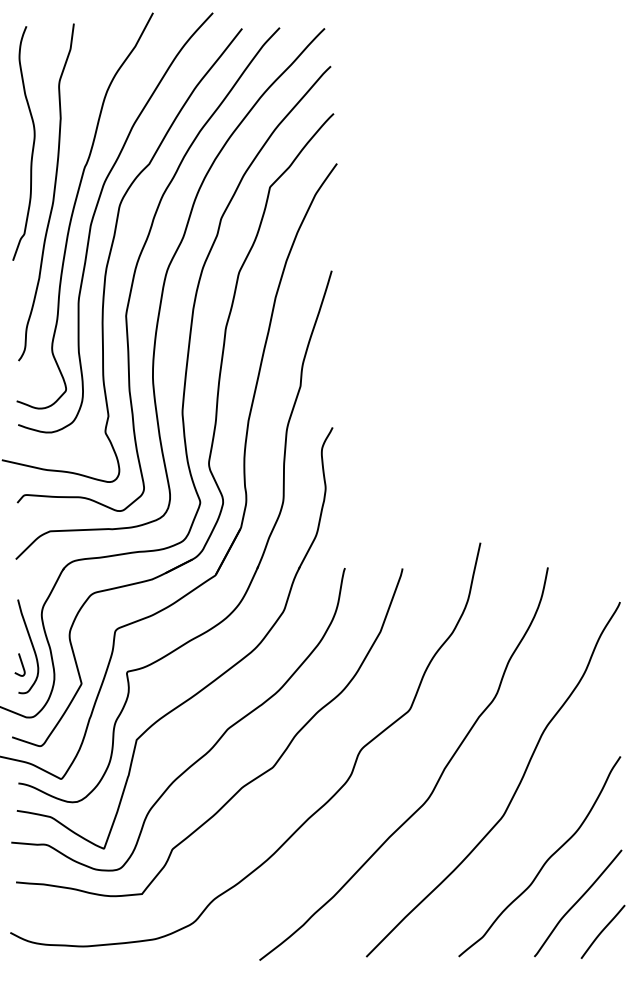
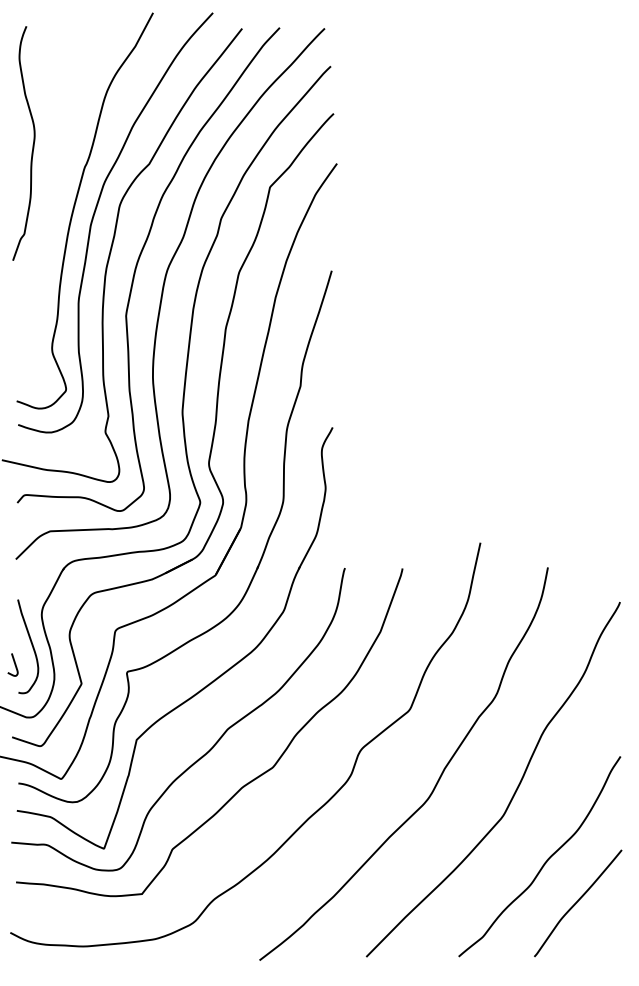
curve at (53, 192): present -> none
curve at (21, 664) position: (21, 664) -> (14, 664)
curve at (602, 931): present -> none
